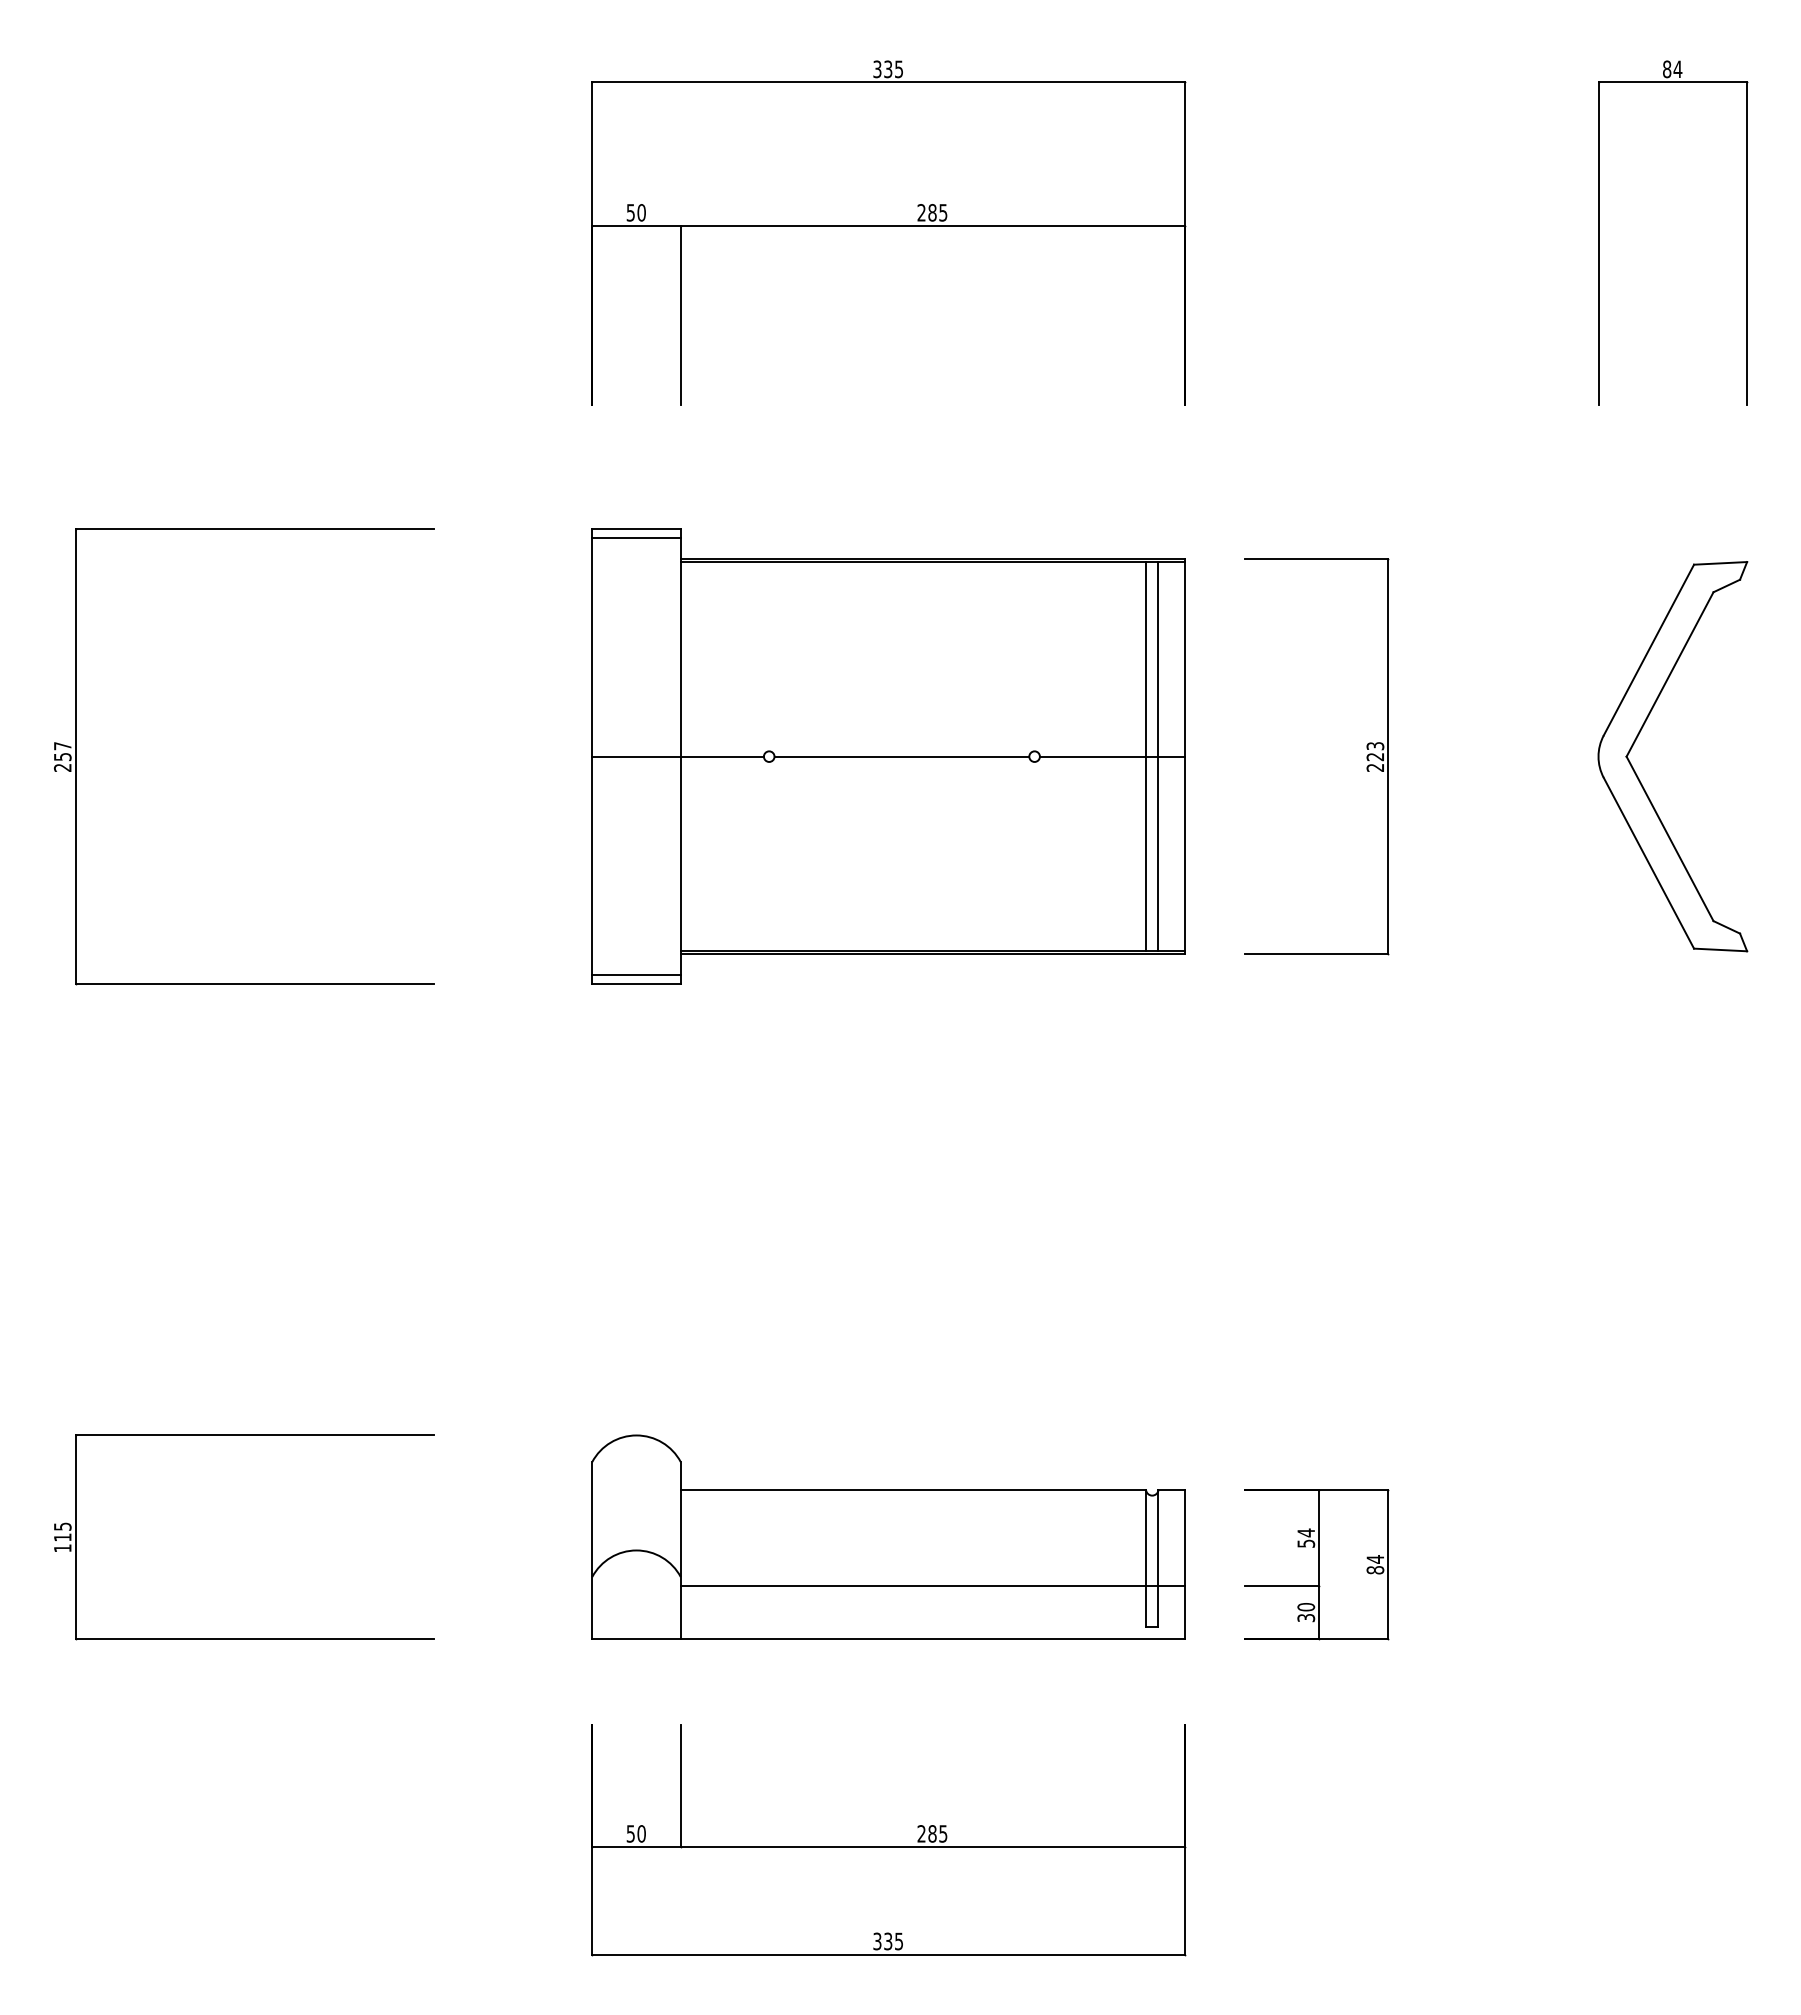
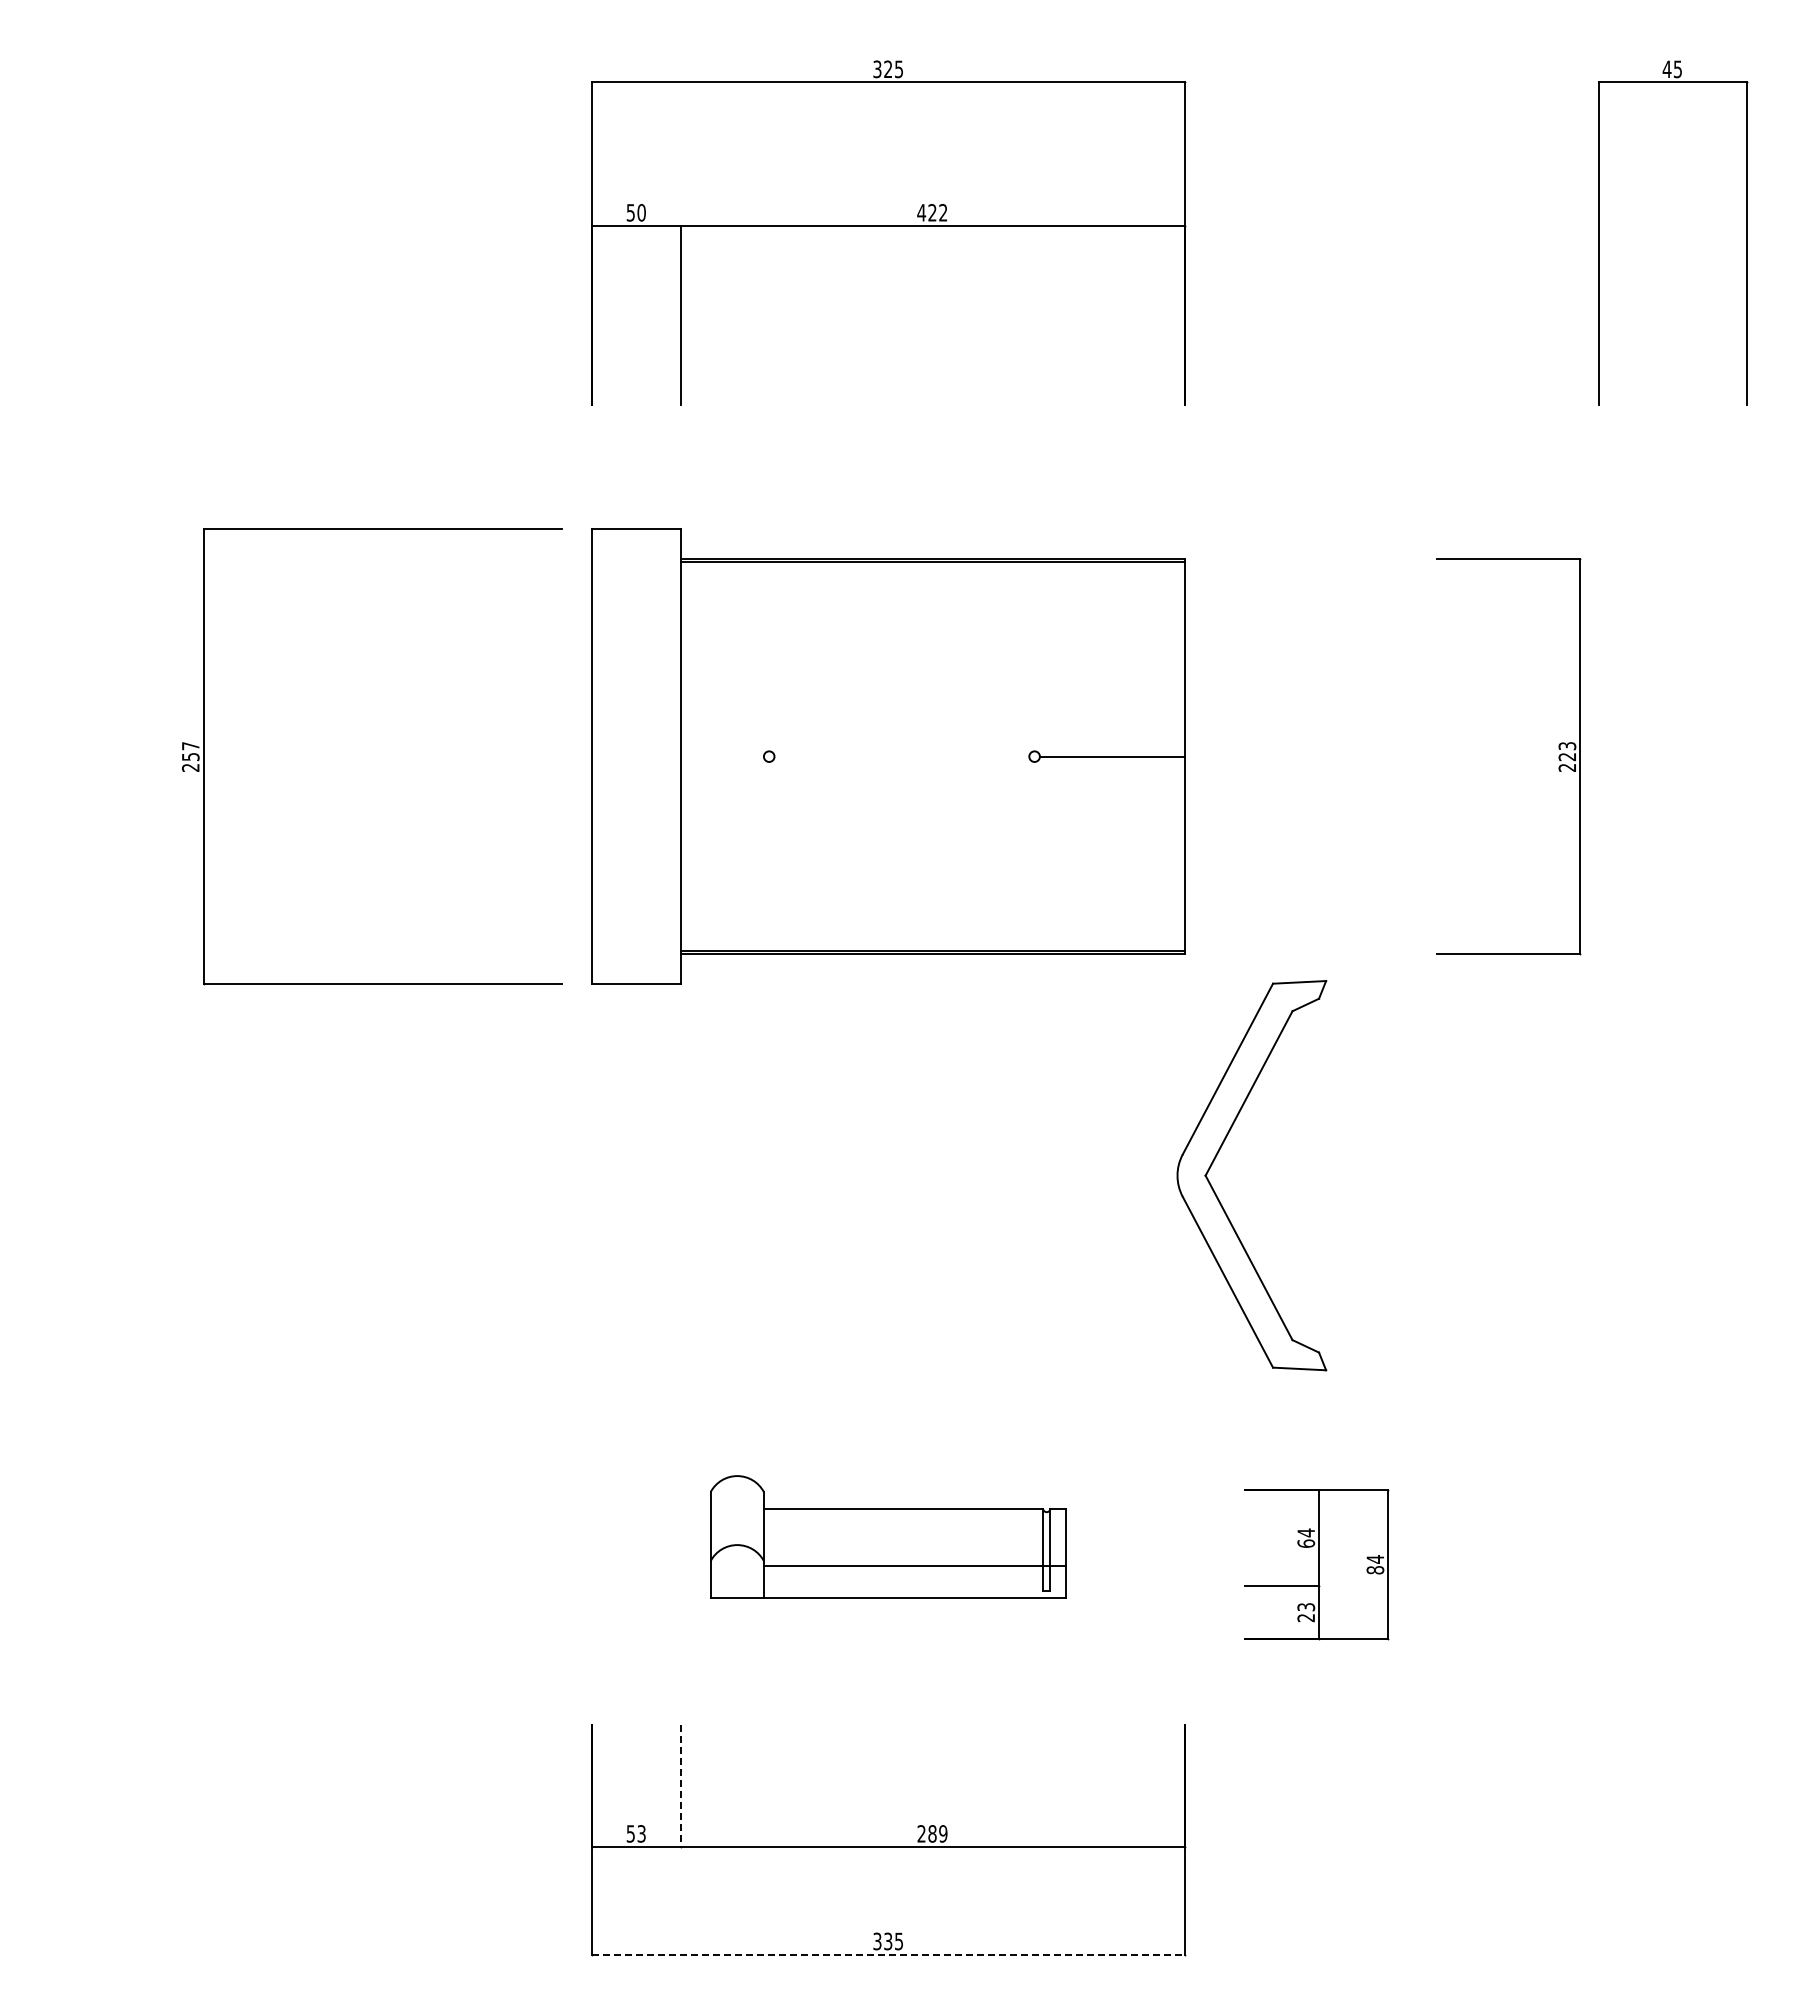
text at (888, 69): 335 -> 325
text at (1672, 69): 84 -> 45
text at (932, 212): 285 -> 422
line at (636, 538): present -> none
part at (1637, 738) position: (1637, 738) -> (1216, 1157)
part at (76, 756) position: (76, 756) -> (204, 756)
line at (677, 756): present -> none
line at (901, 756): present -> none
line at (1146, 756): present -> none
line at (1158, 756): present -> none
part at (1366, 756) position: (1366, 756) -> (1558, 756)
line at (636, 975): present -> none
part at (888, 1536) size: 595x206 px -> 357x124 px
text at (1306, 1543): 54 -> 64
text at (1306, 1612): 30 -> 23
part at (244, 1638): present -> none
line at (680, 1785): solid -> dashed
text at (641, 1833): 50 -> 53
text at (943, 1833): 285 -> 289
line at (889, 1954): solid -> dashed
